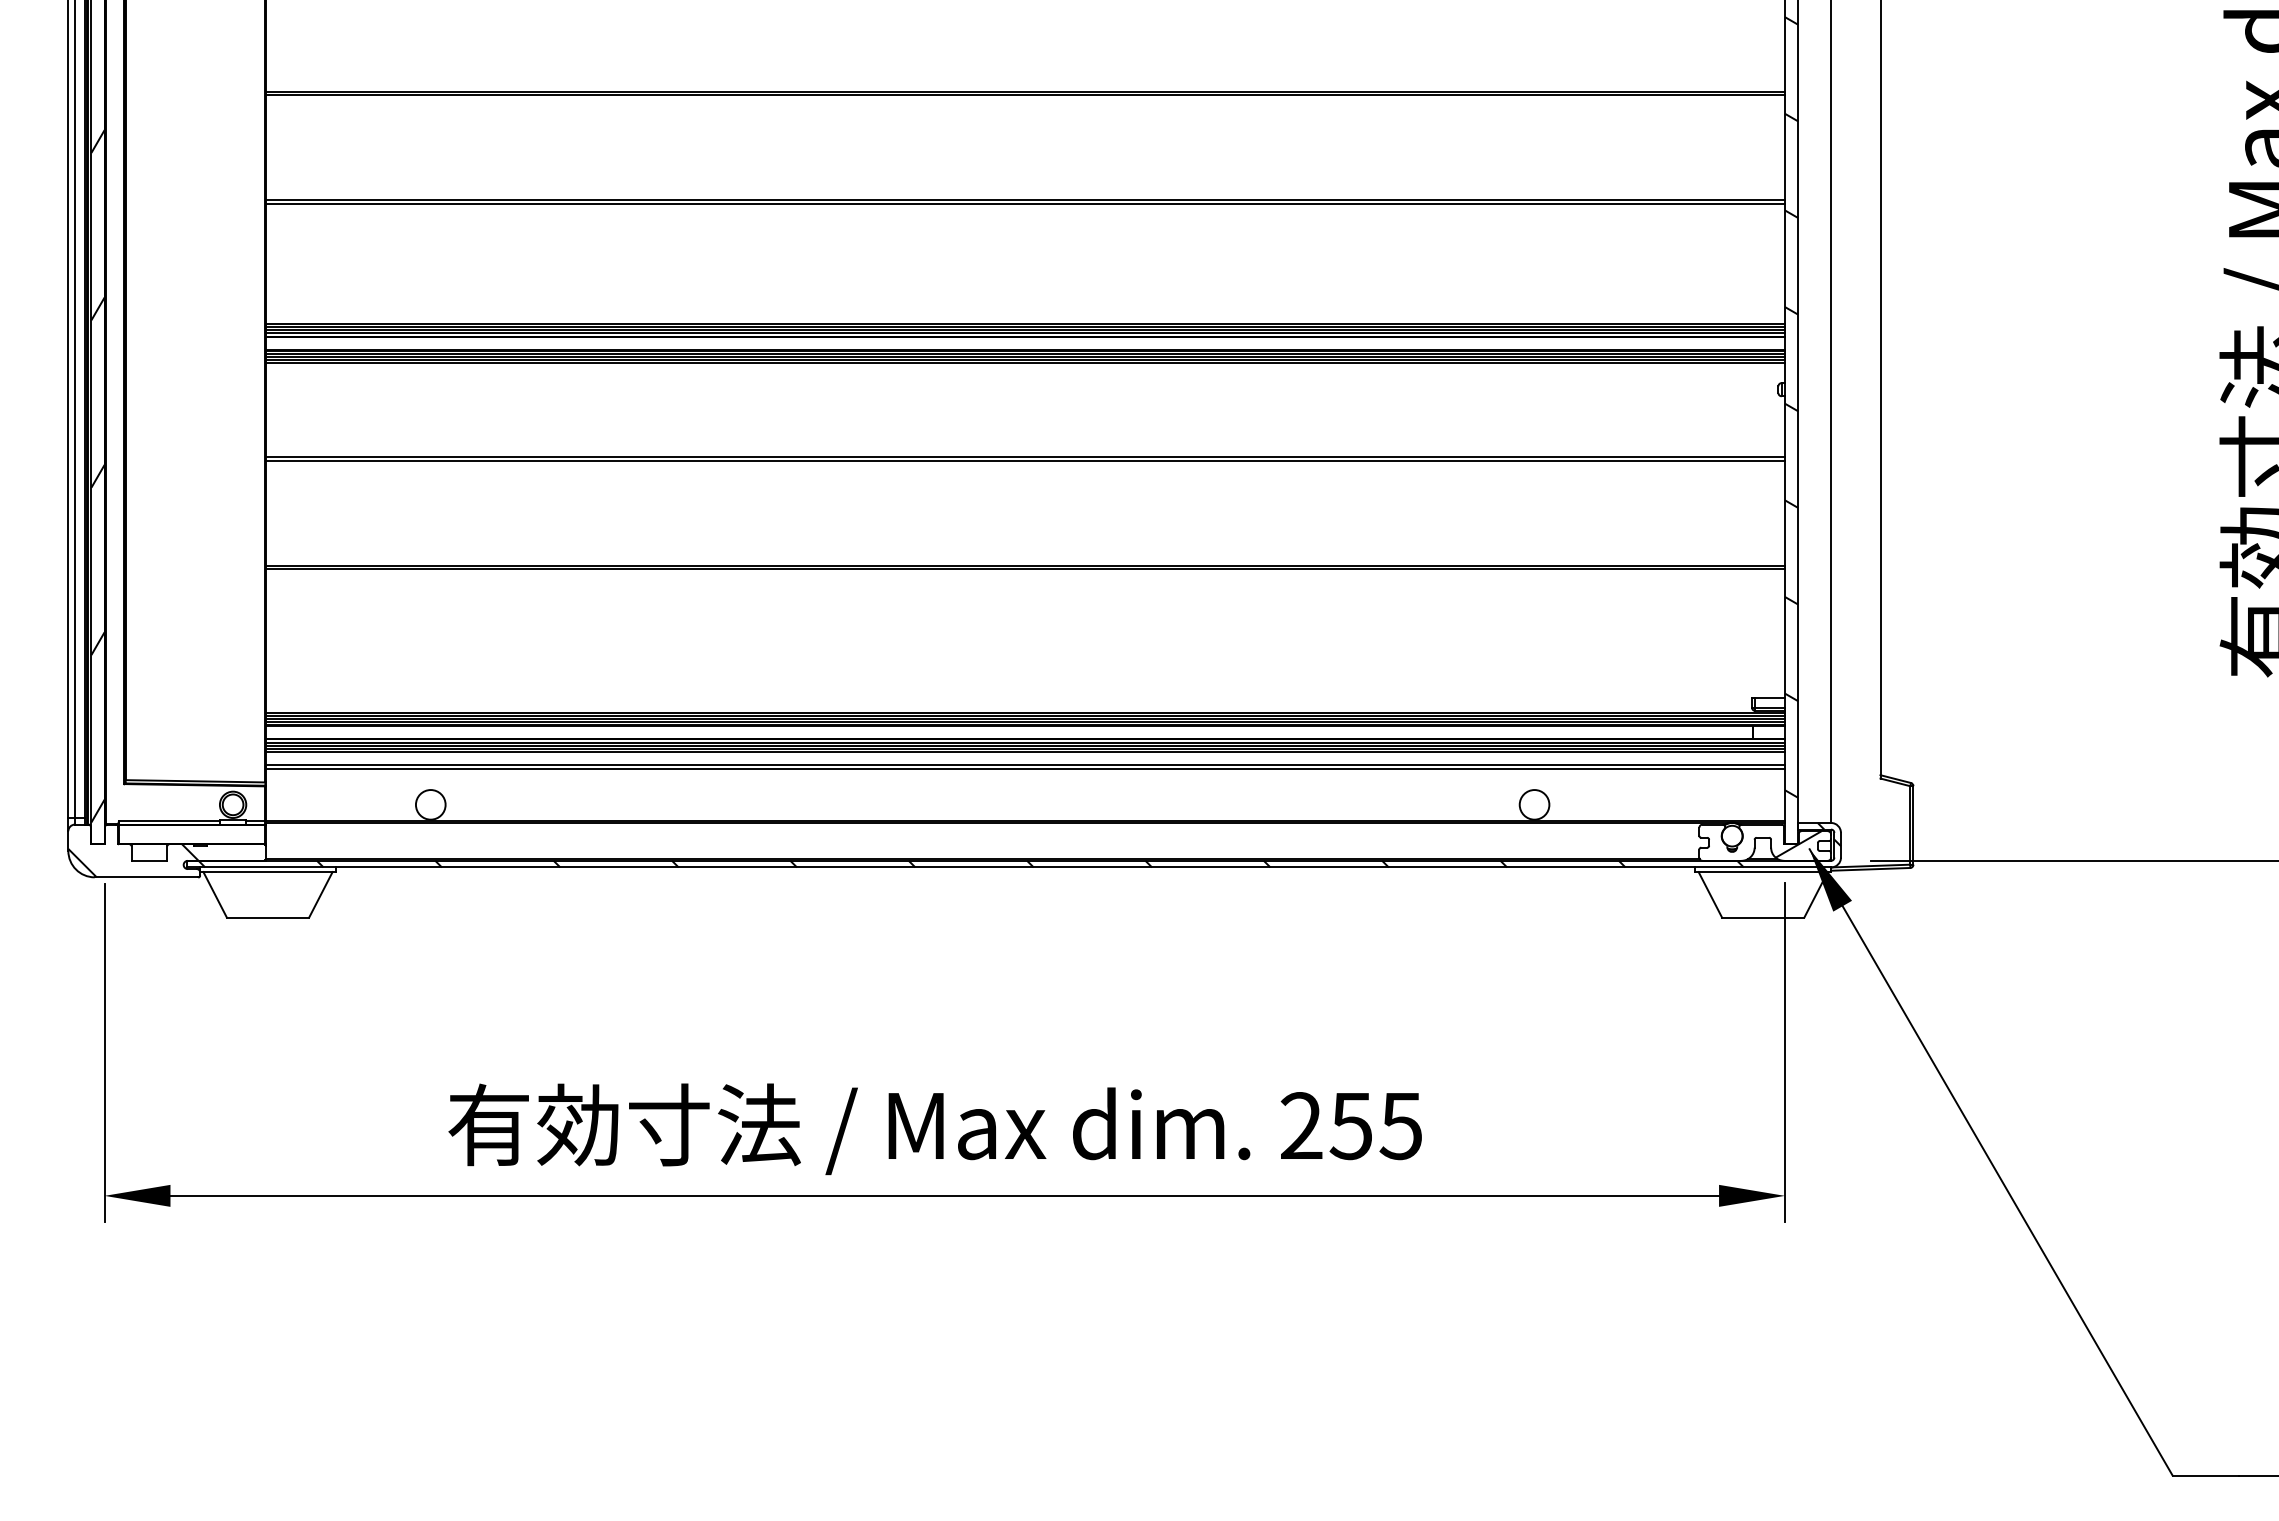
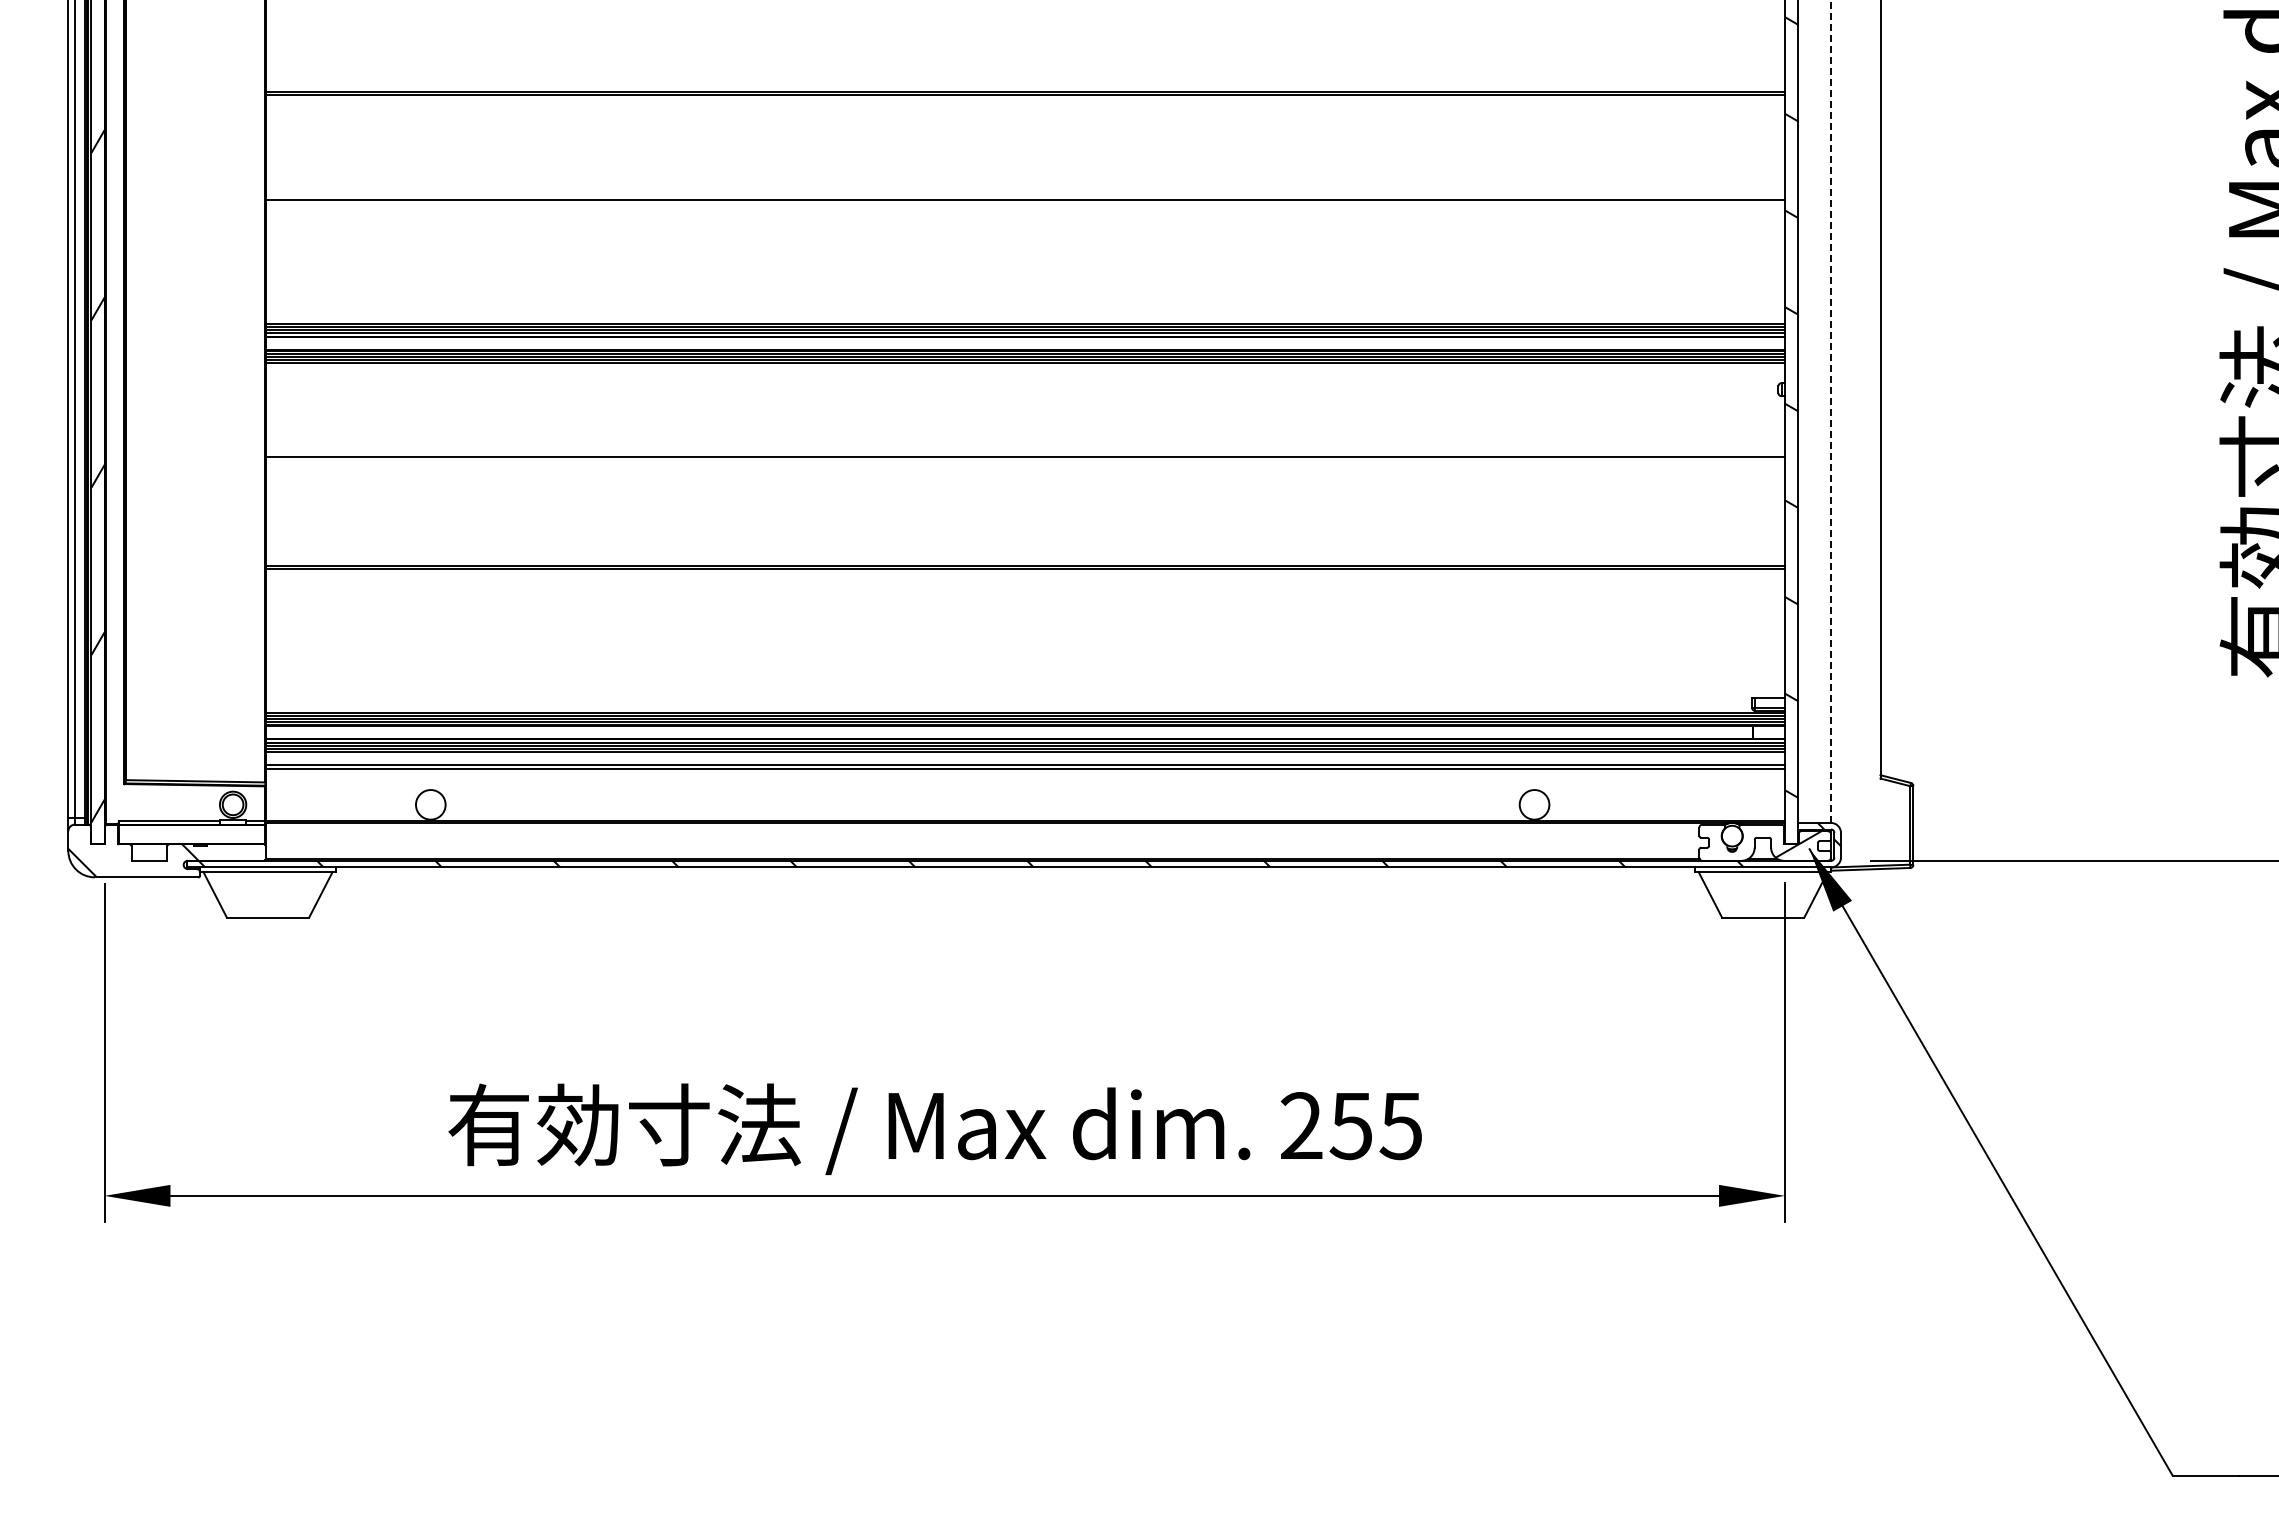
line at (1025, 203): present -> none
line at (1831, 411): solid -> dashed
line at (1025, 460): present -> none
